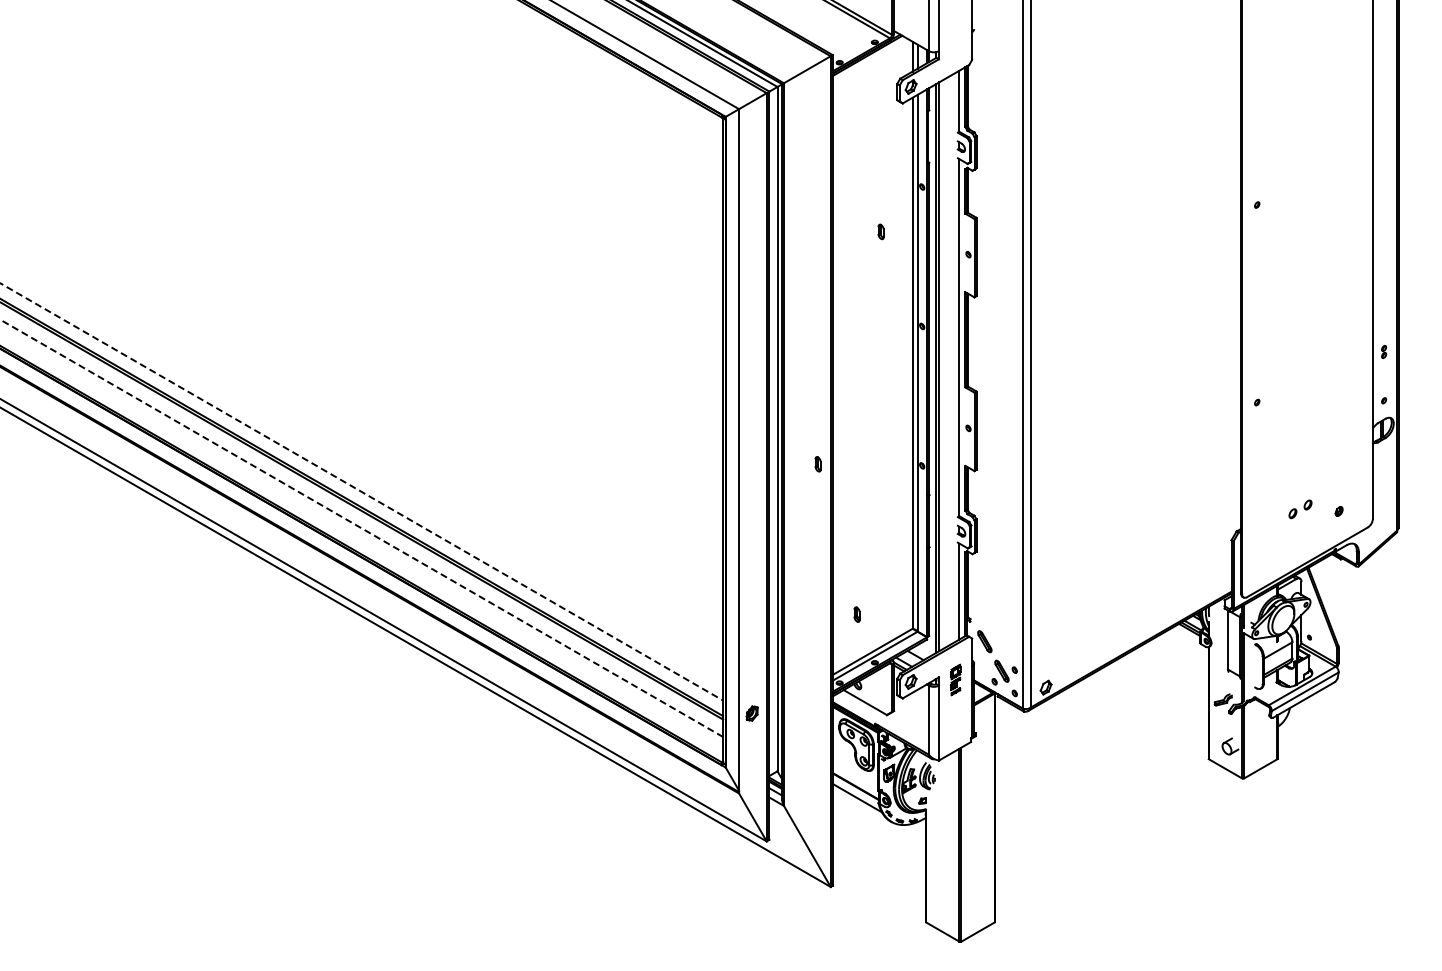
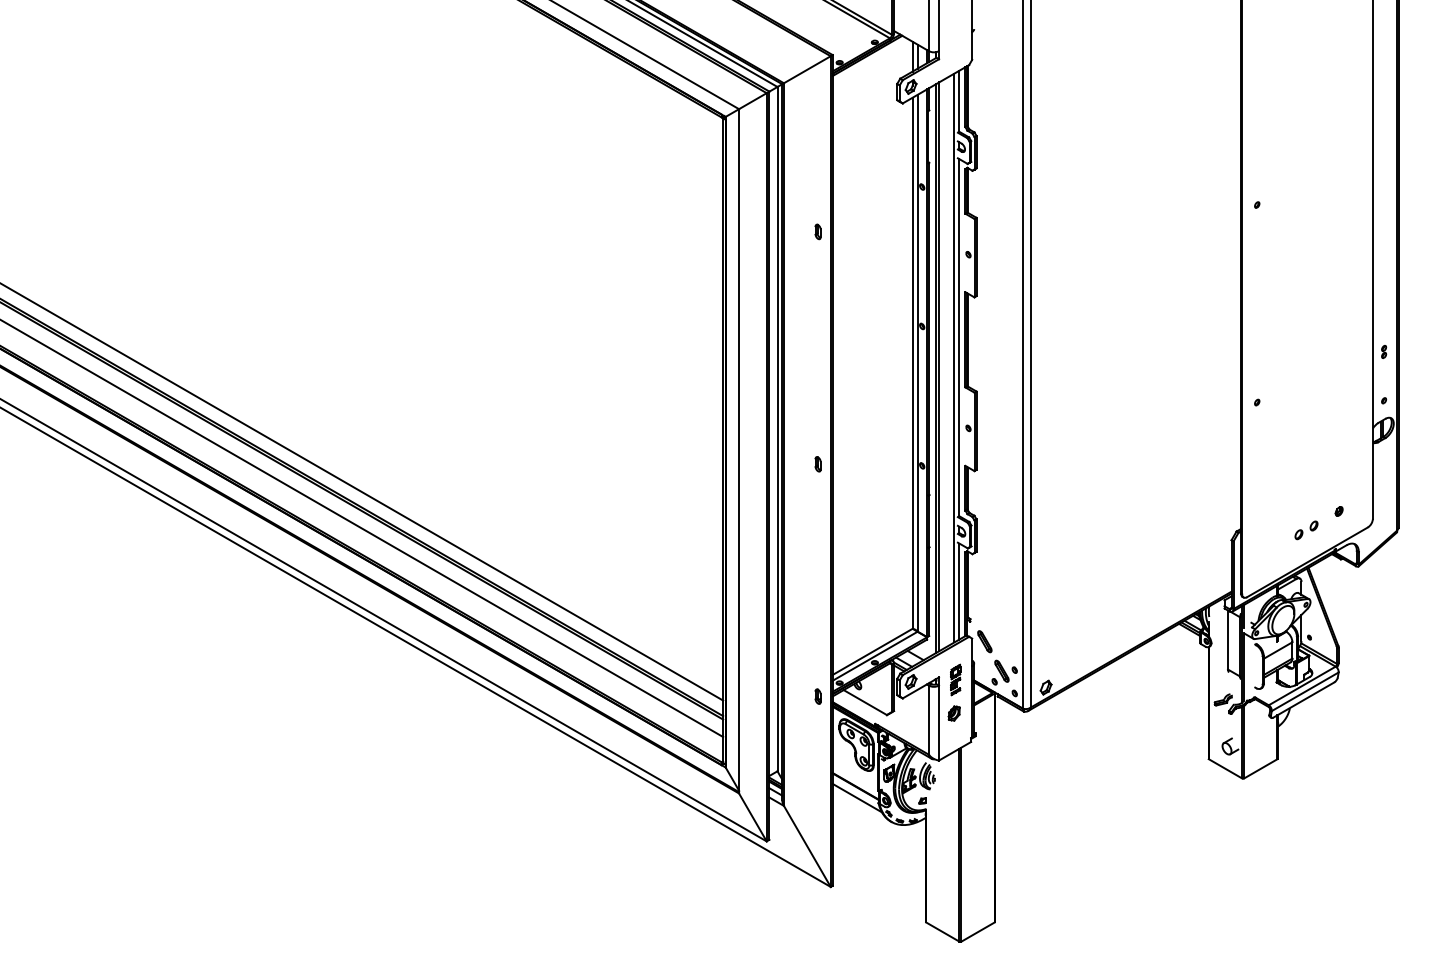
part at (880, 231) position: (880, 231) -> (817, 231)
line at (954, 357): none -> present
line at (362, 492): dashed -> solid
part at (1300, 509) position: (1300, 509) -> (1306, 530)
line at (361, 528): dashed -> solid
part at (856, 614) position: (856, 614) -> (817, 696)
part at (751, 713) position: (751, 713) -> (953, 713)
